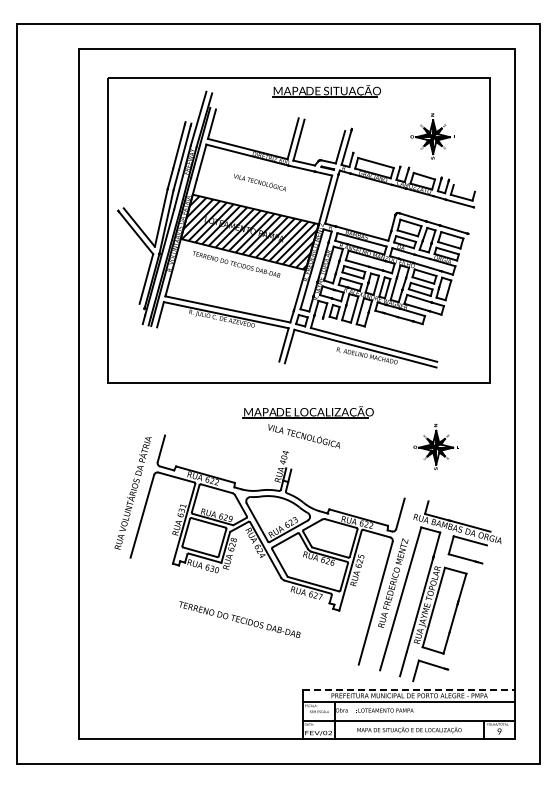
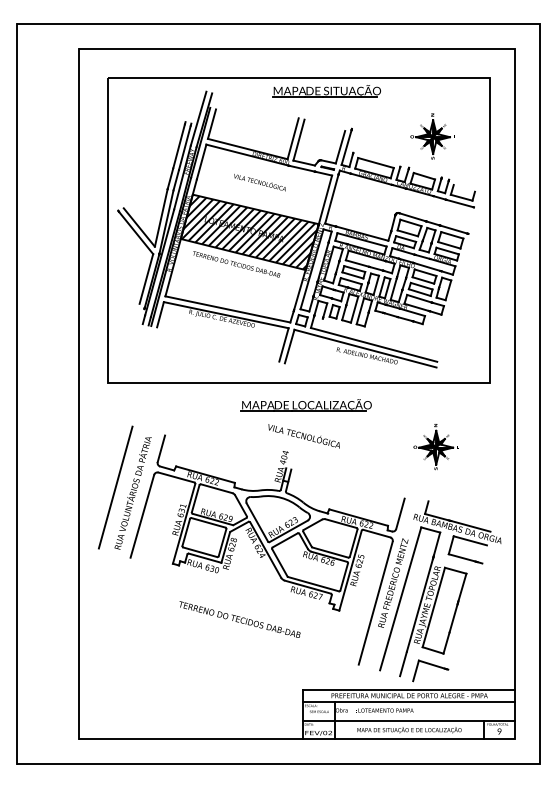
part at (307, 412) position: (307, 412) -> (305, 405)
line at (115, 487): none -> present
line at (409, 689): dashed -> solid
